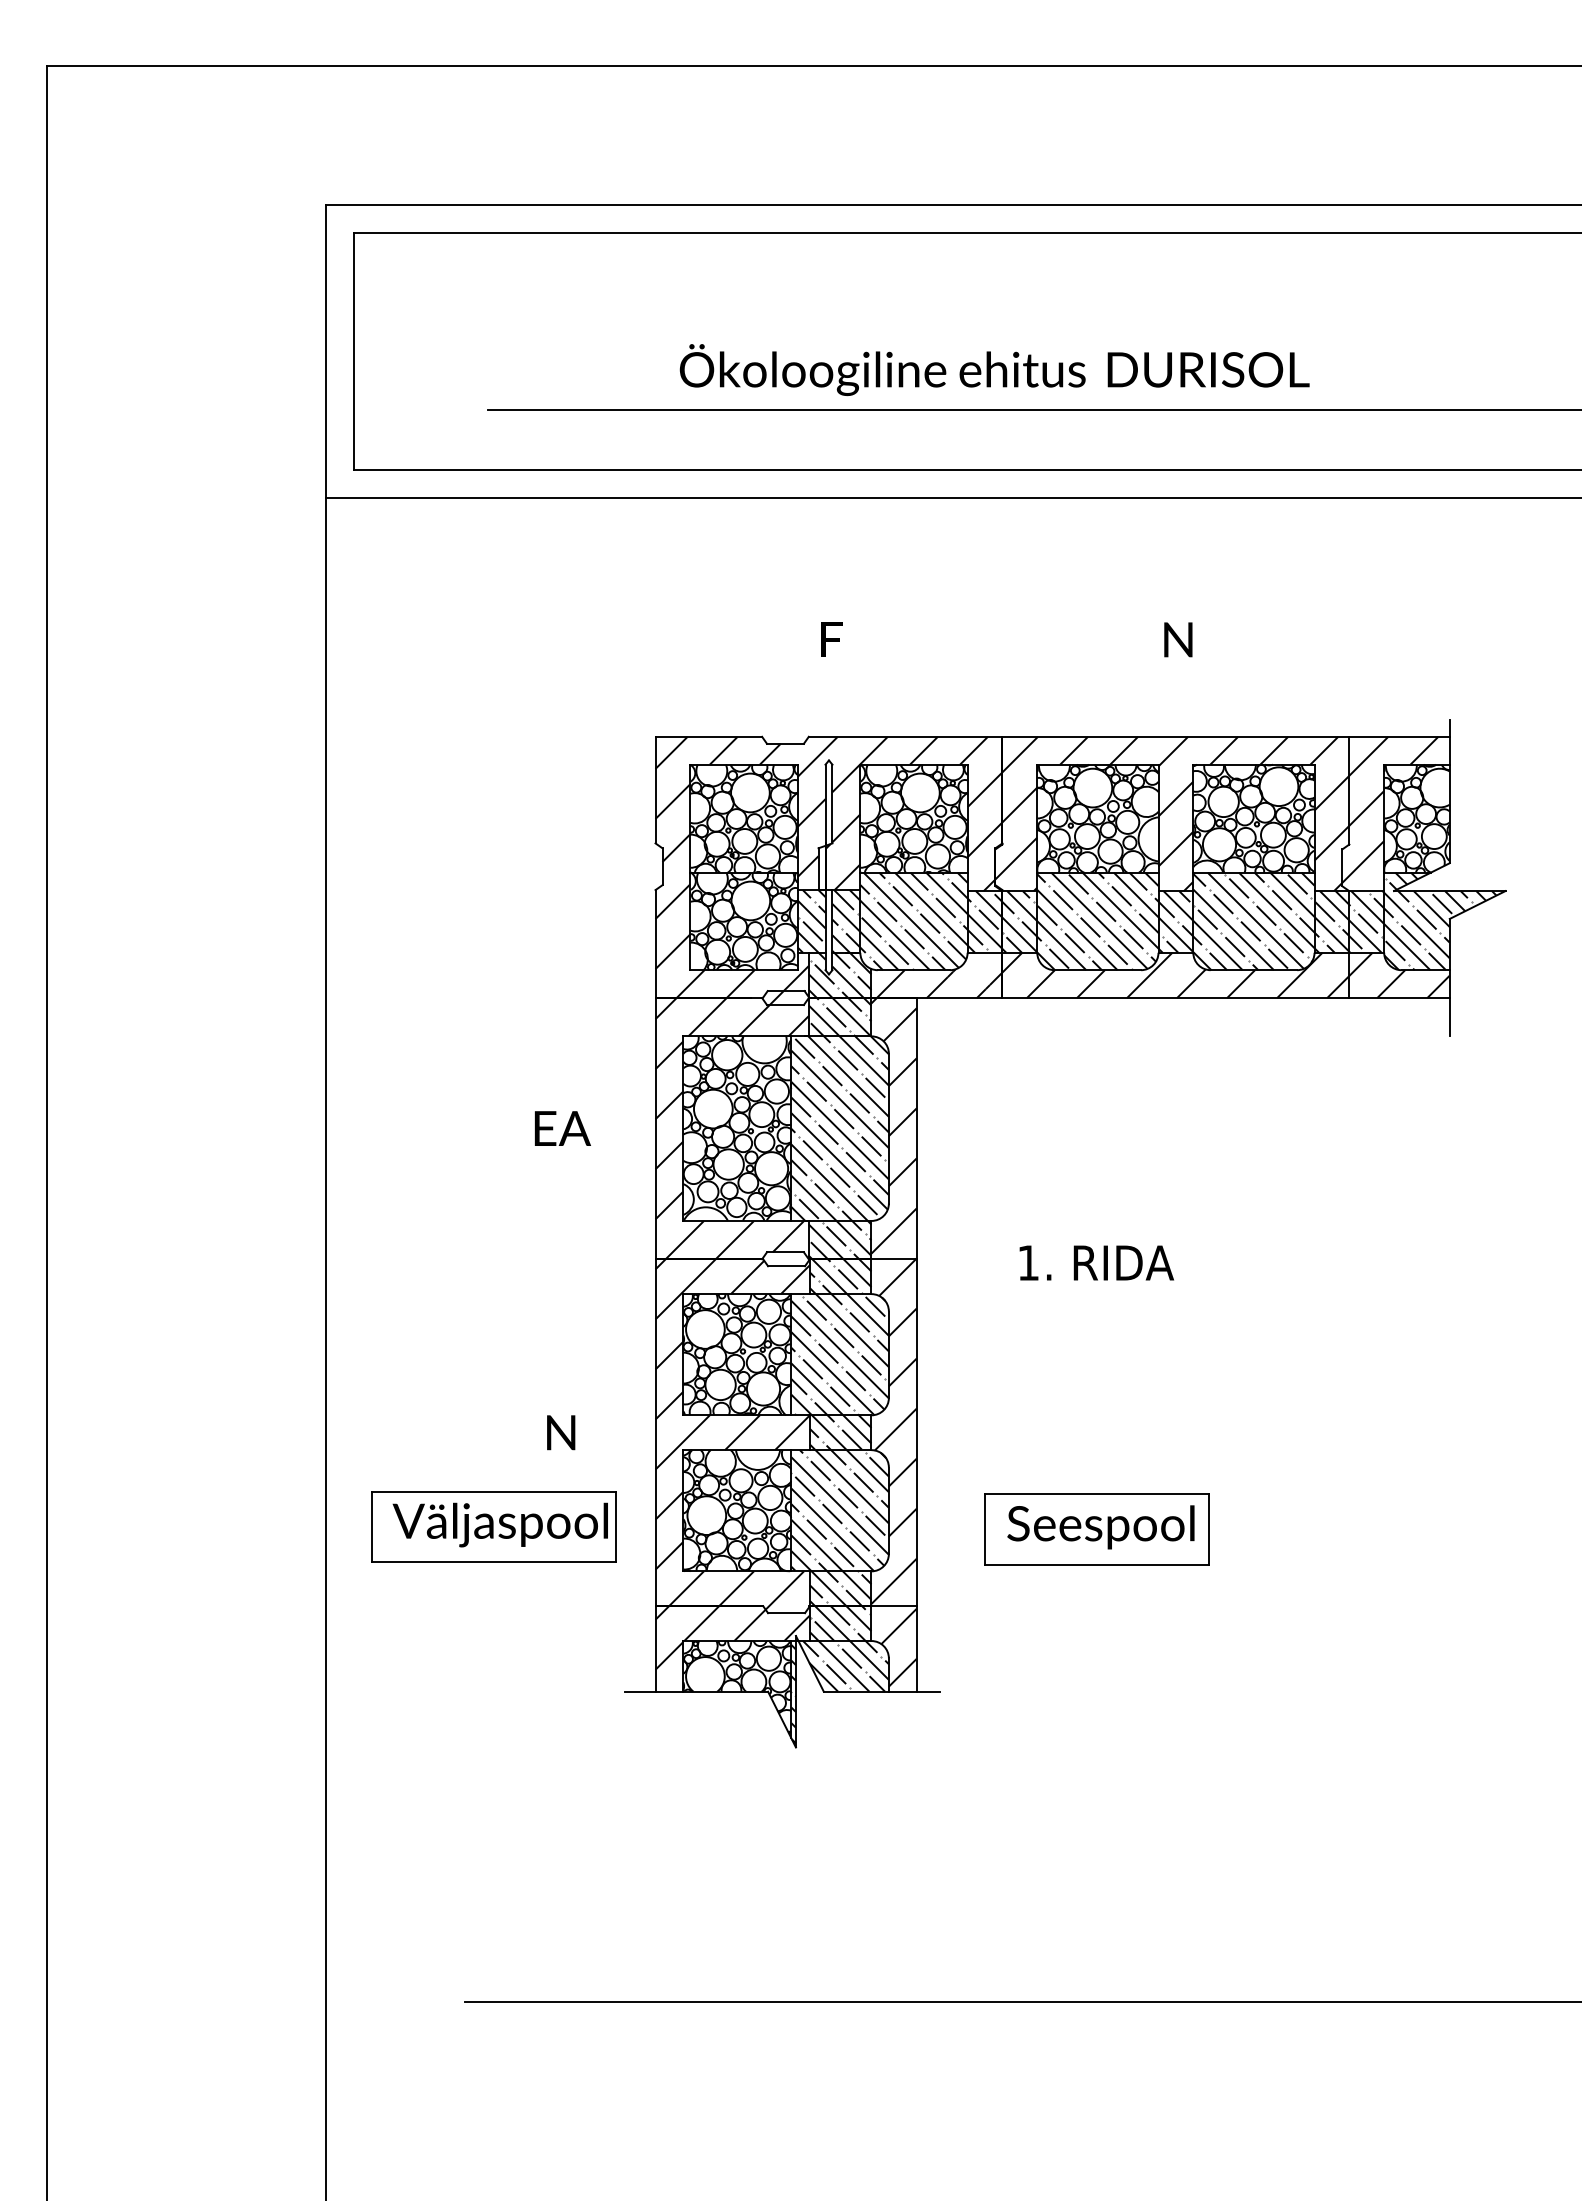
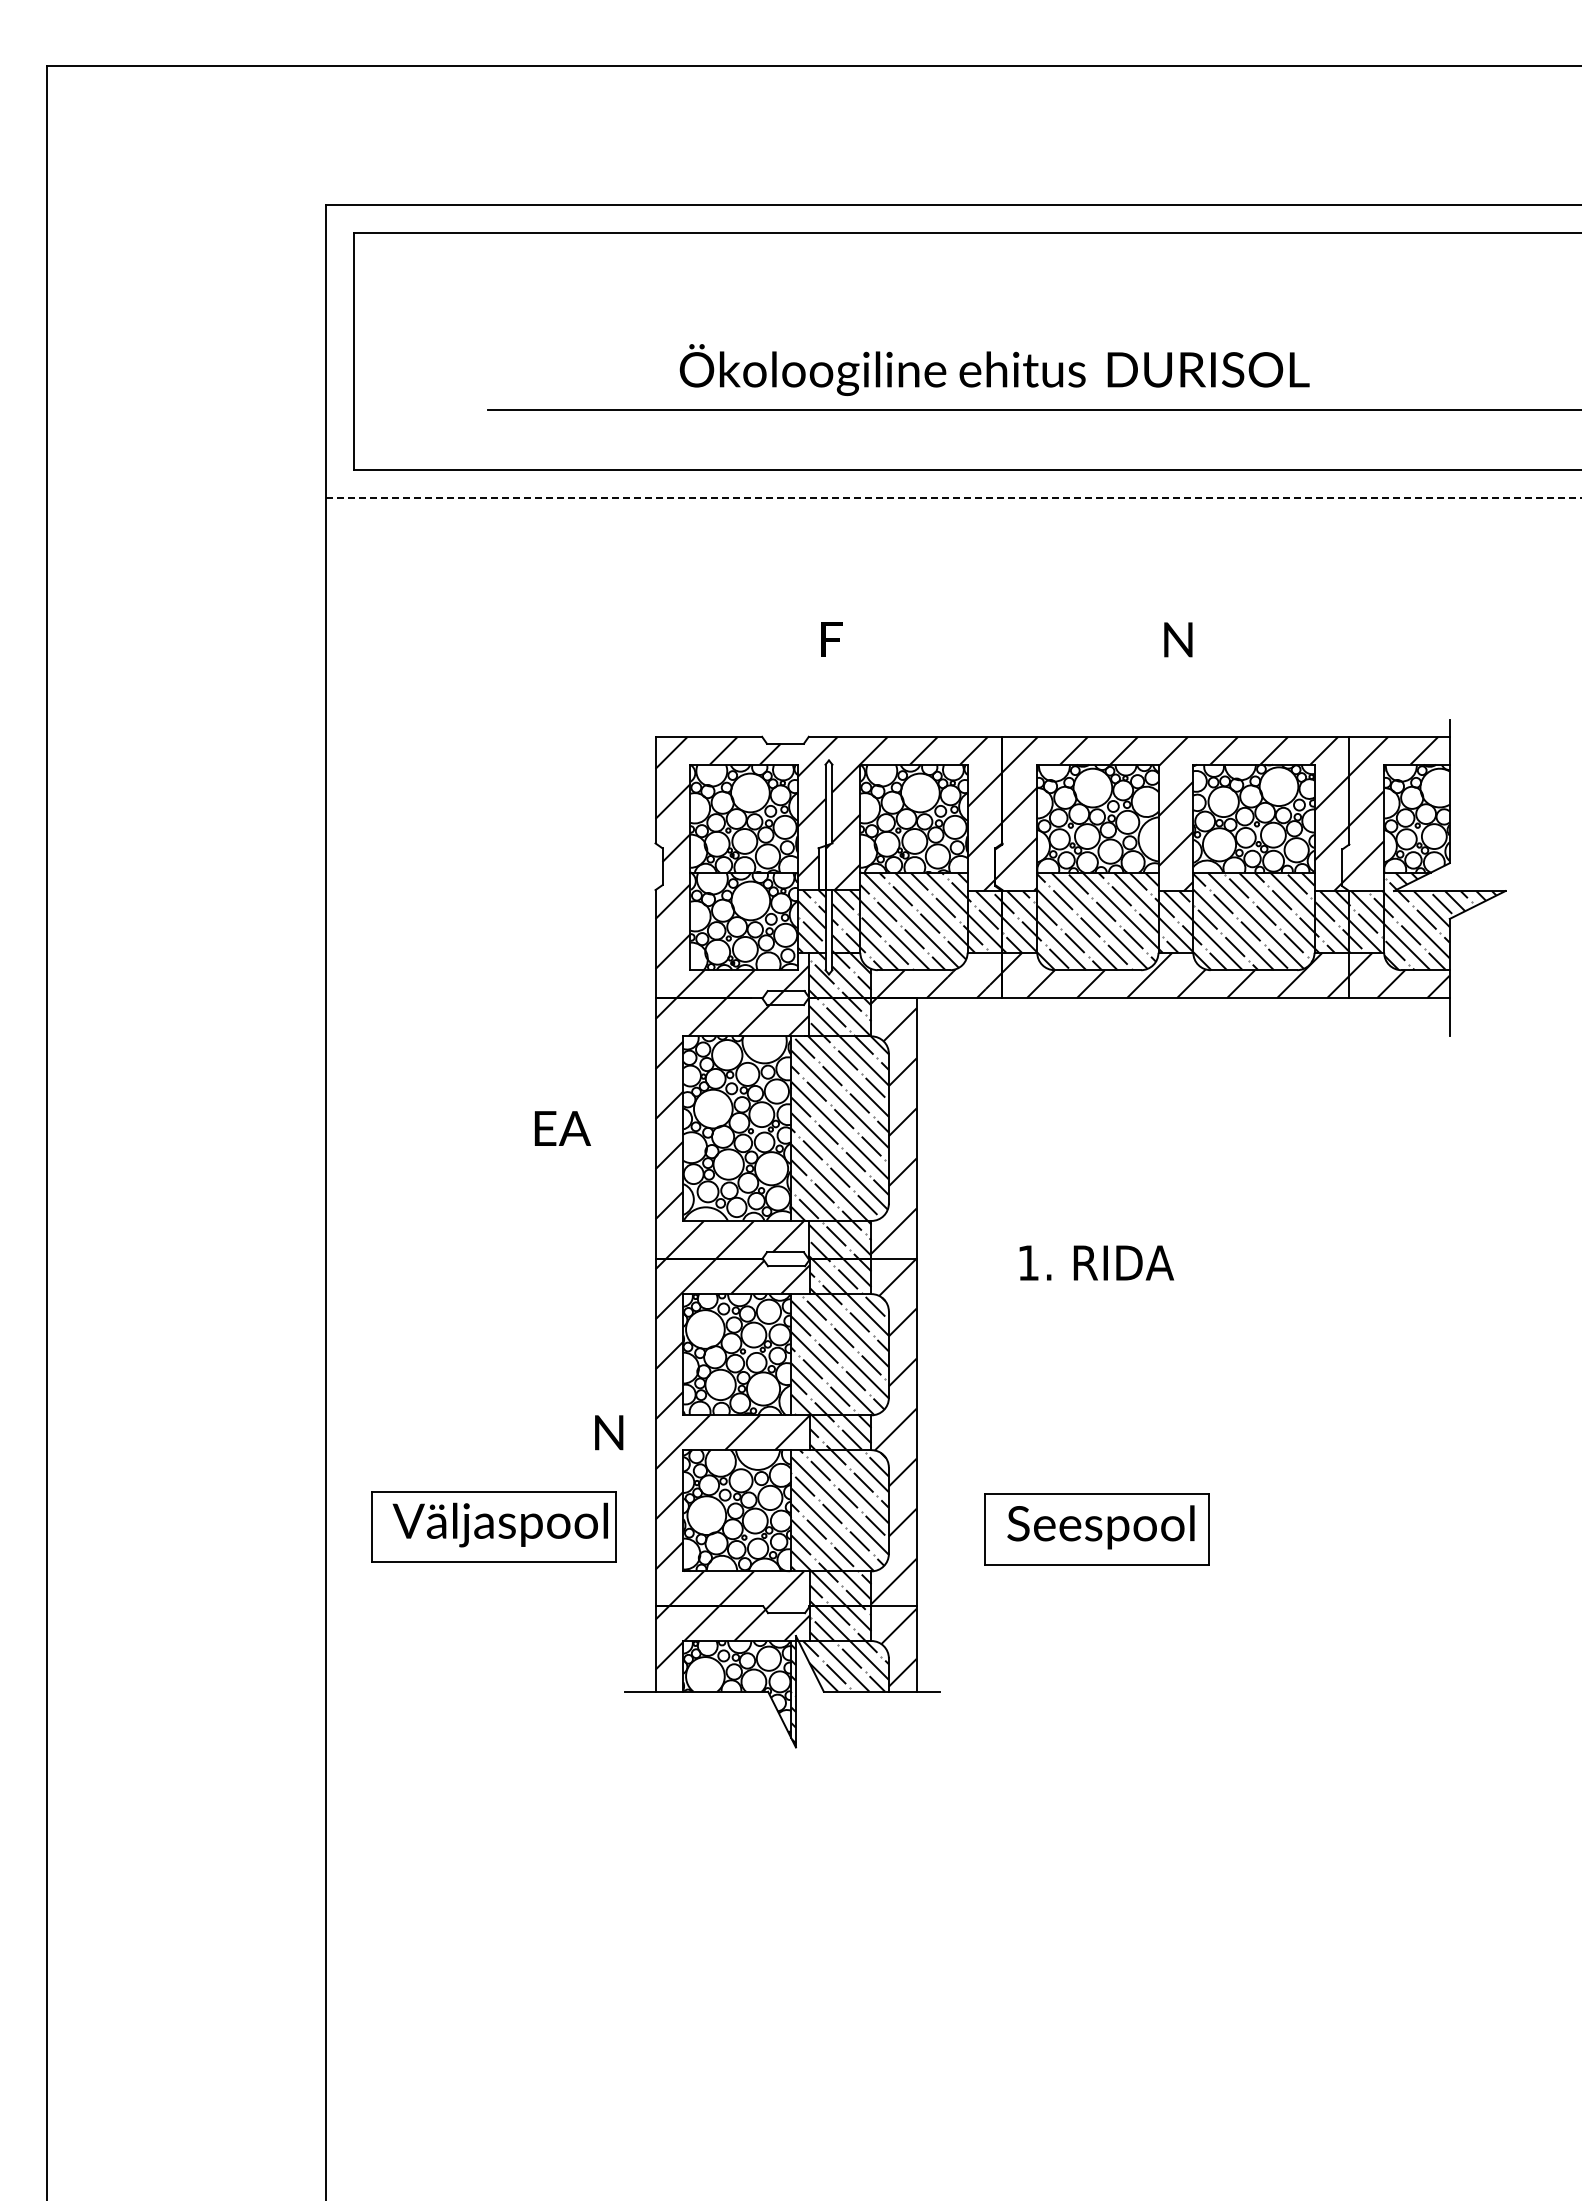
line at (953, 497): solid -> dashed
text at (561, 1432) position: (561, 1432) -> (609, 1432)
line at (1021, 2001): present -> none
